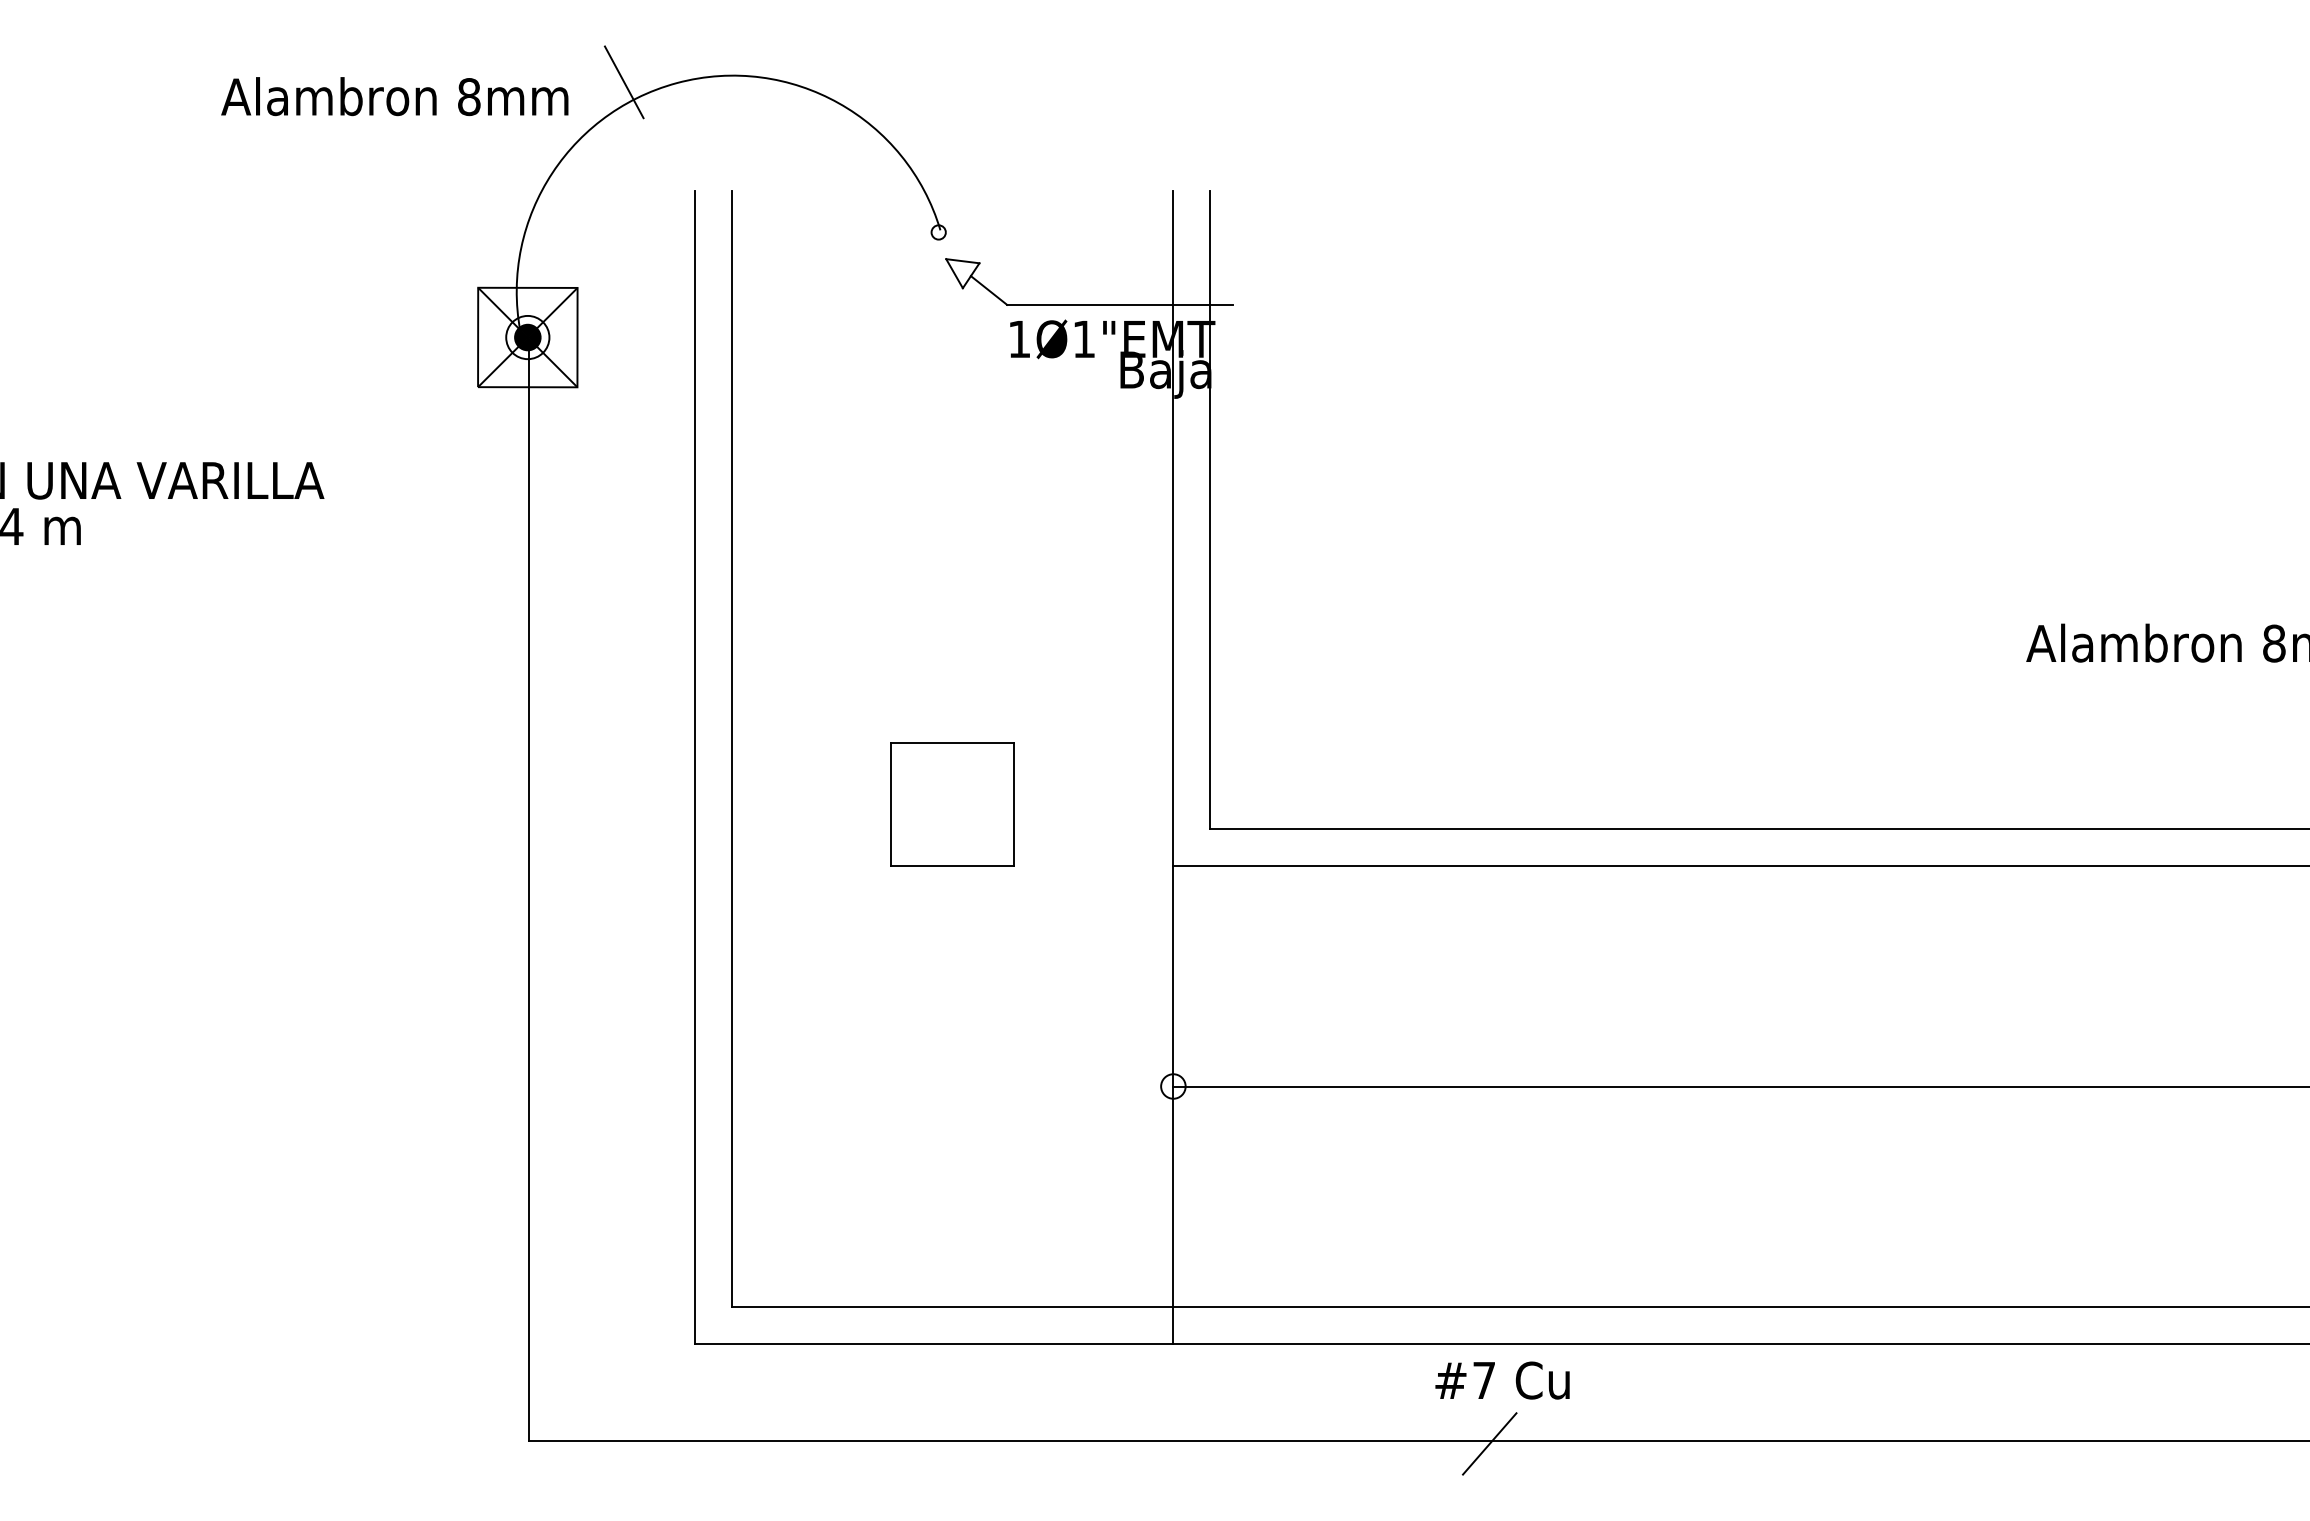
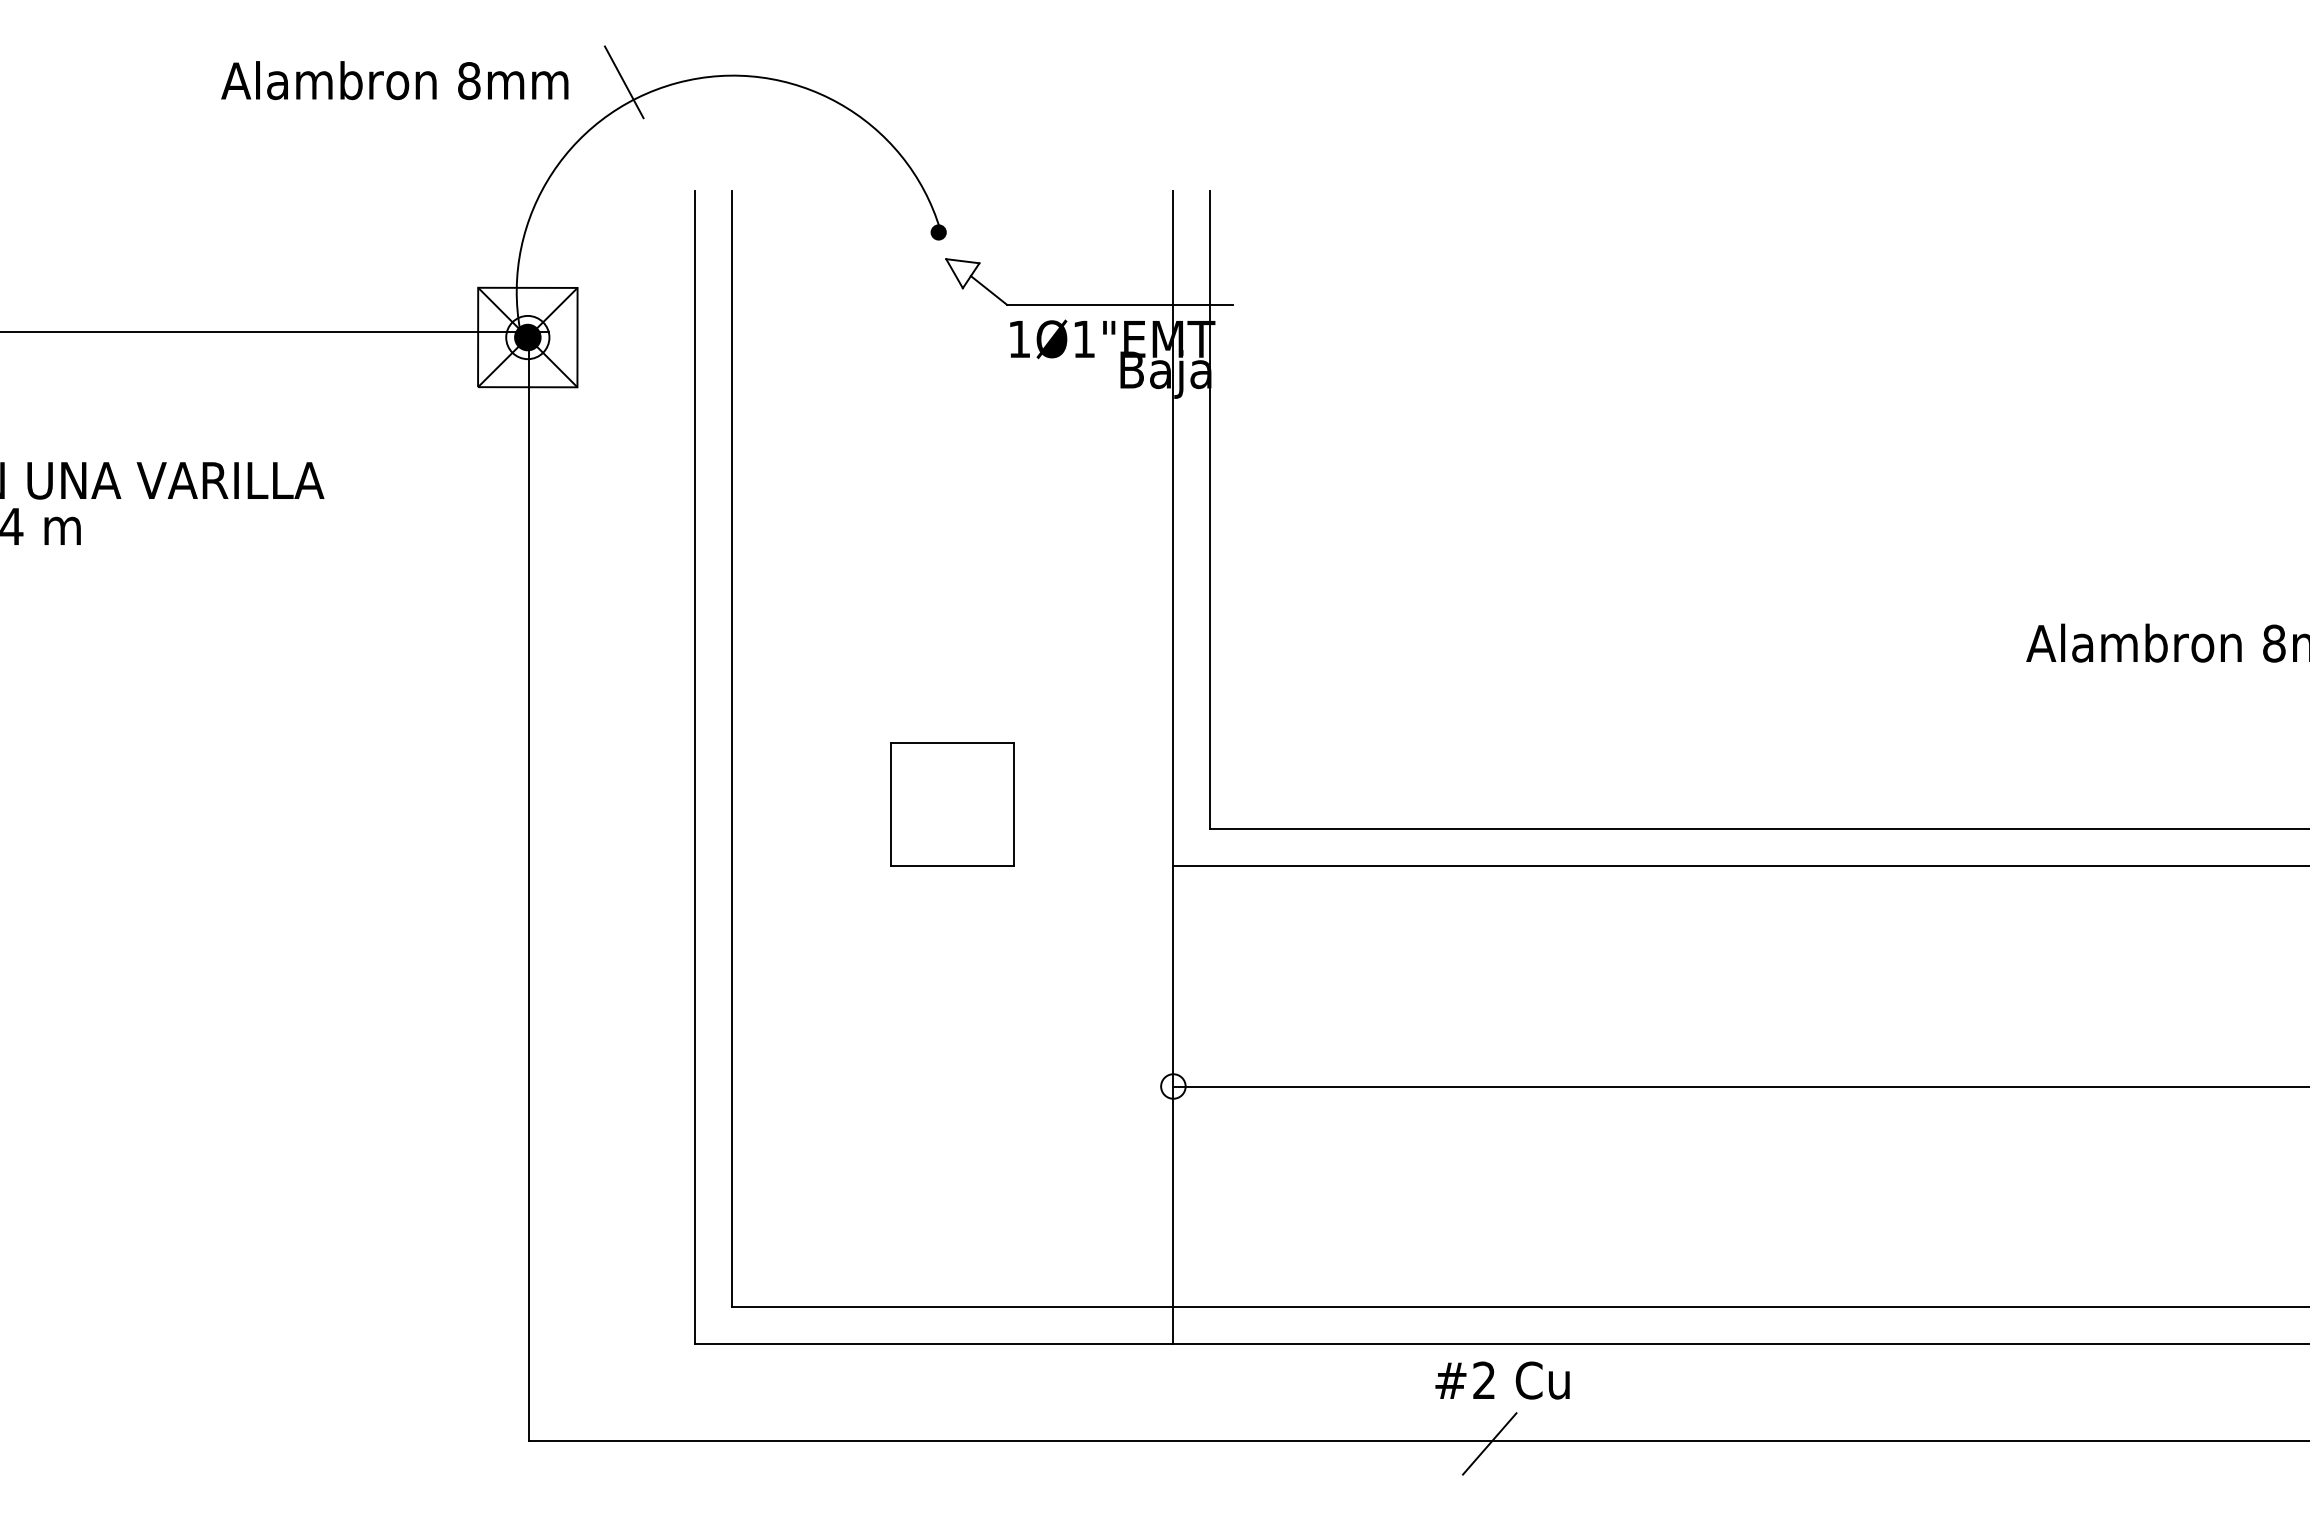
text at (394, 96) position: (394, 96) -> (394, 80)
fill at (938, 232): none -> present
line at (275, 331): none -> present
text at (1483, 1379): #7 -> #2
